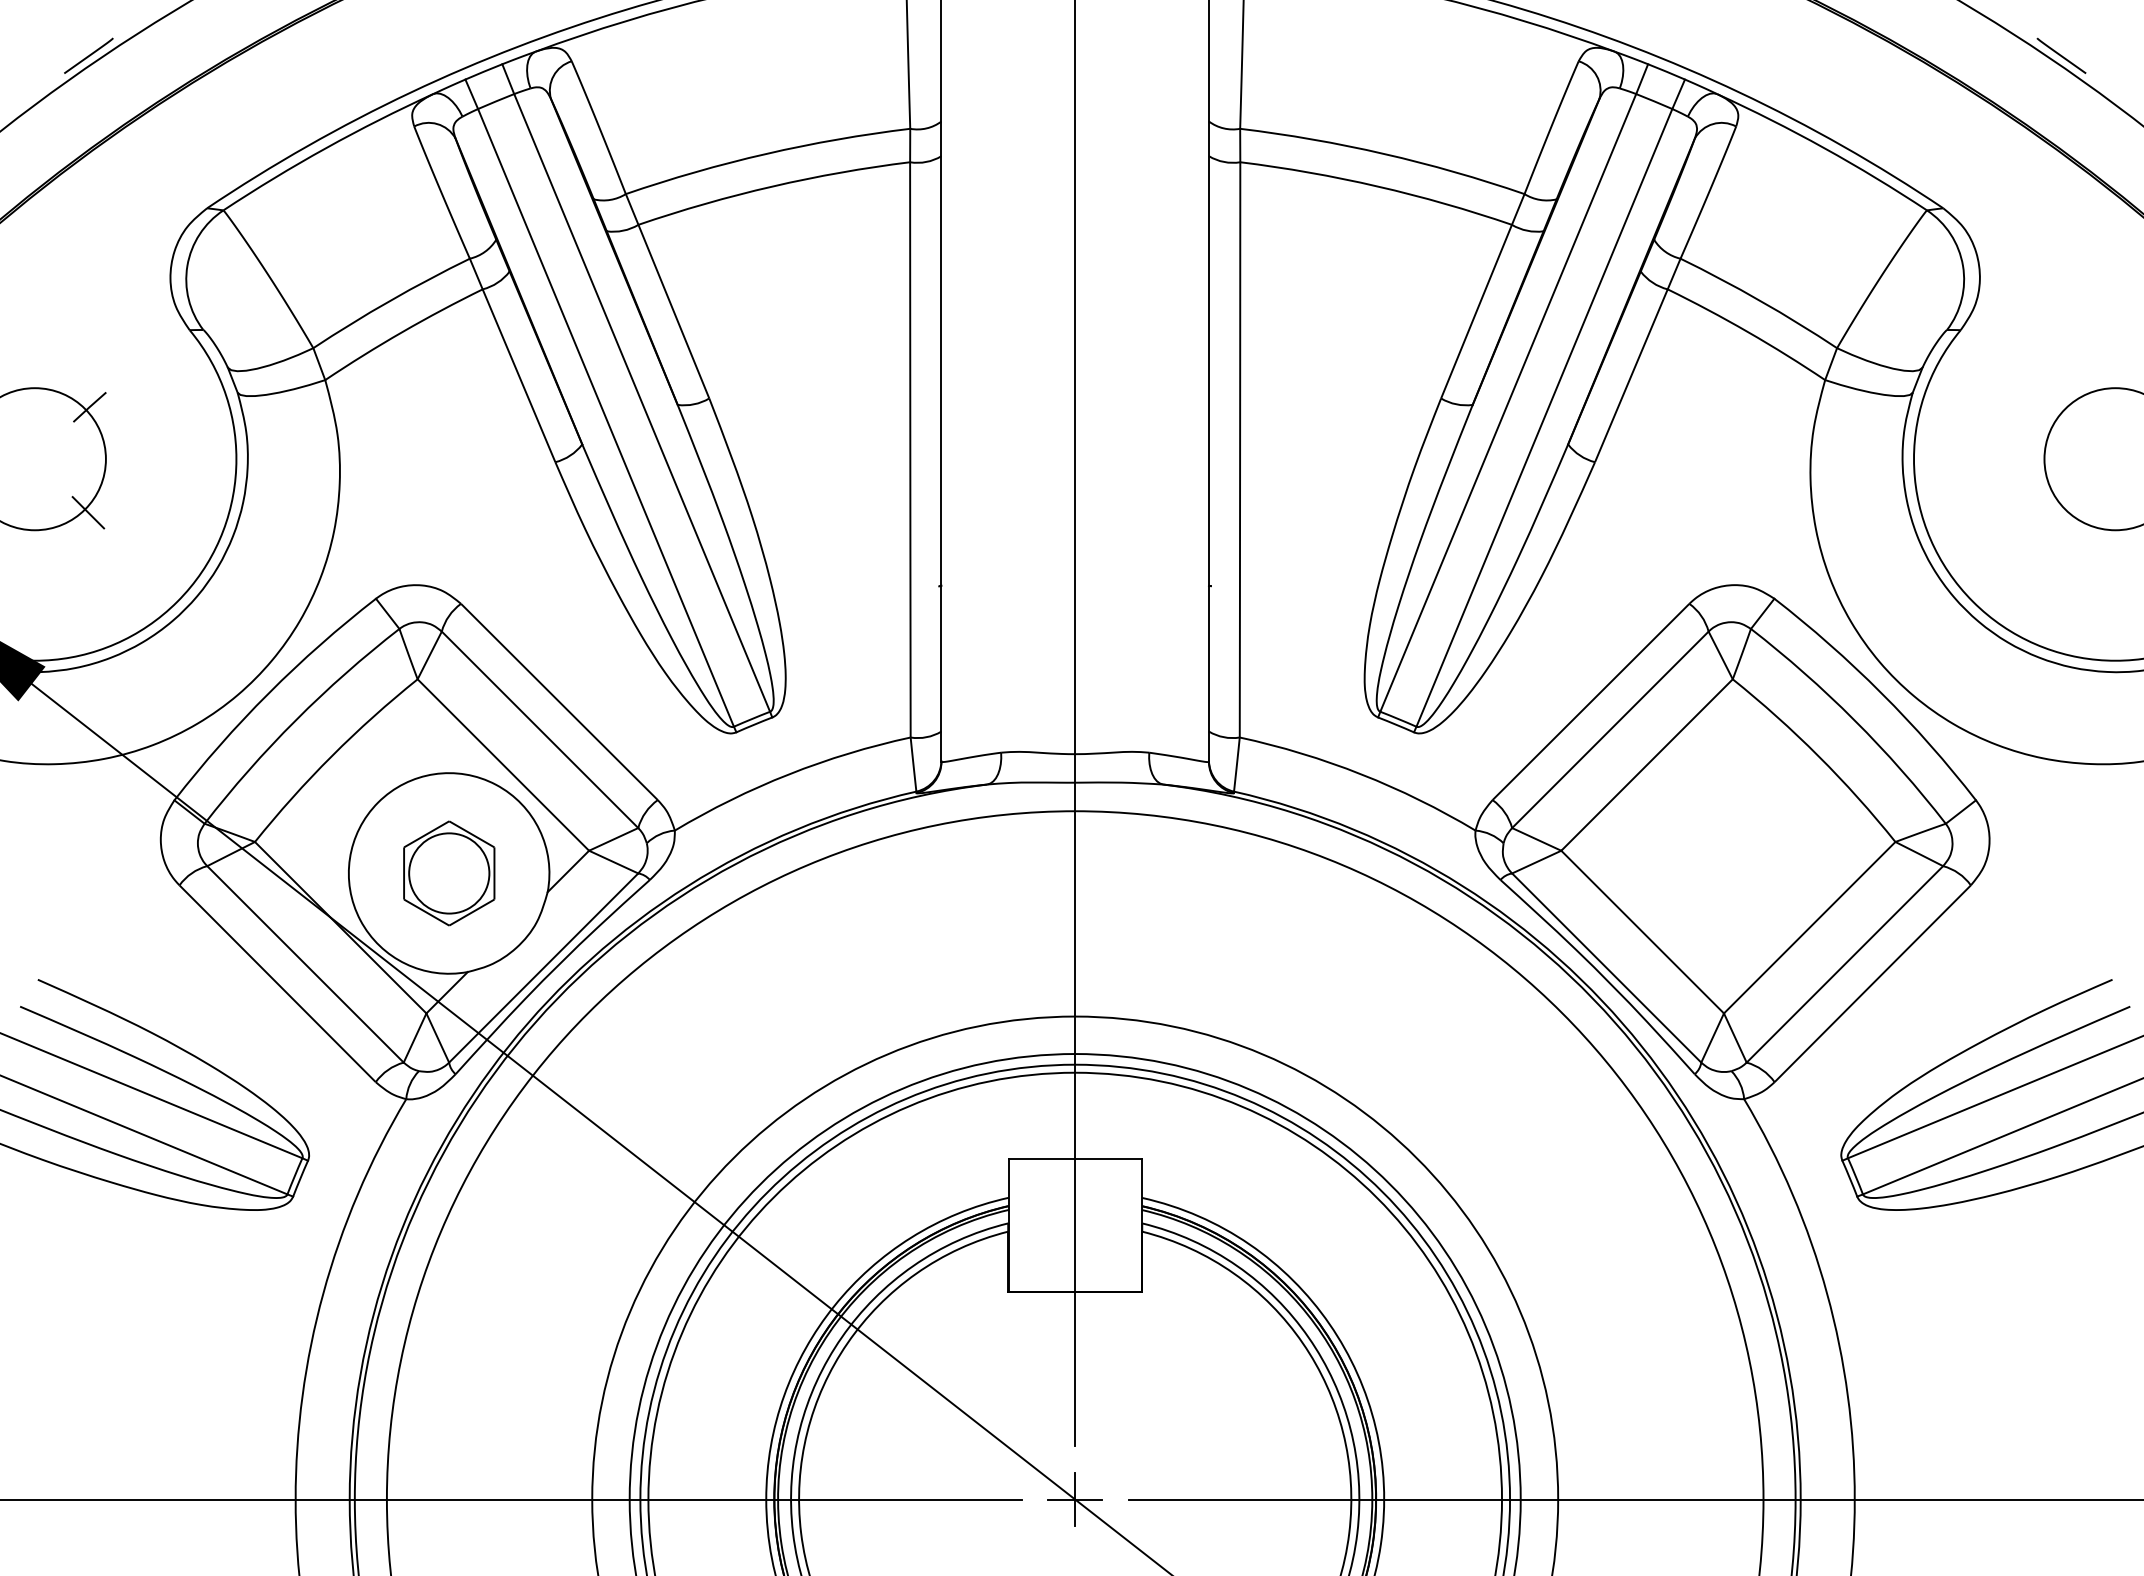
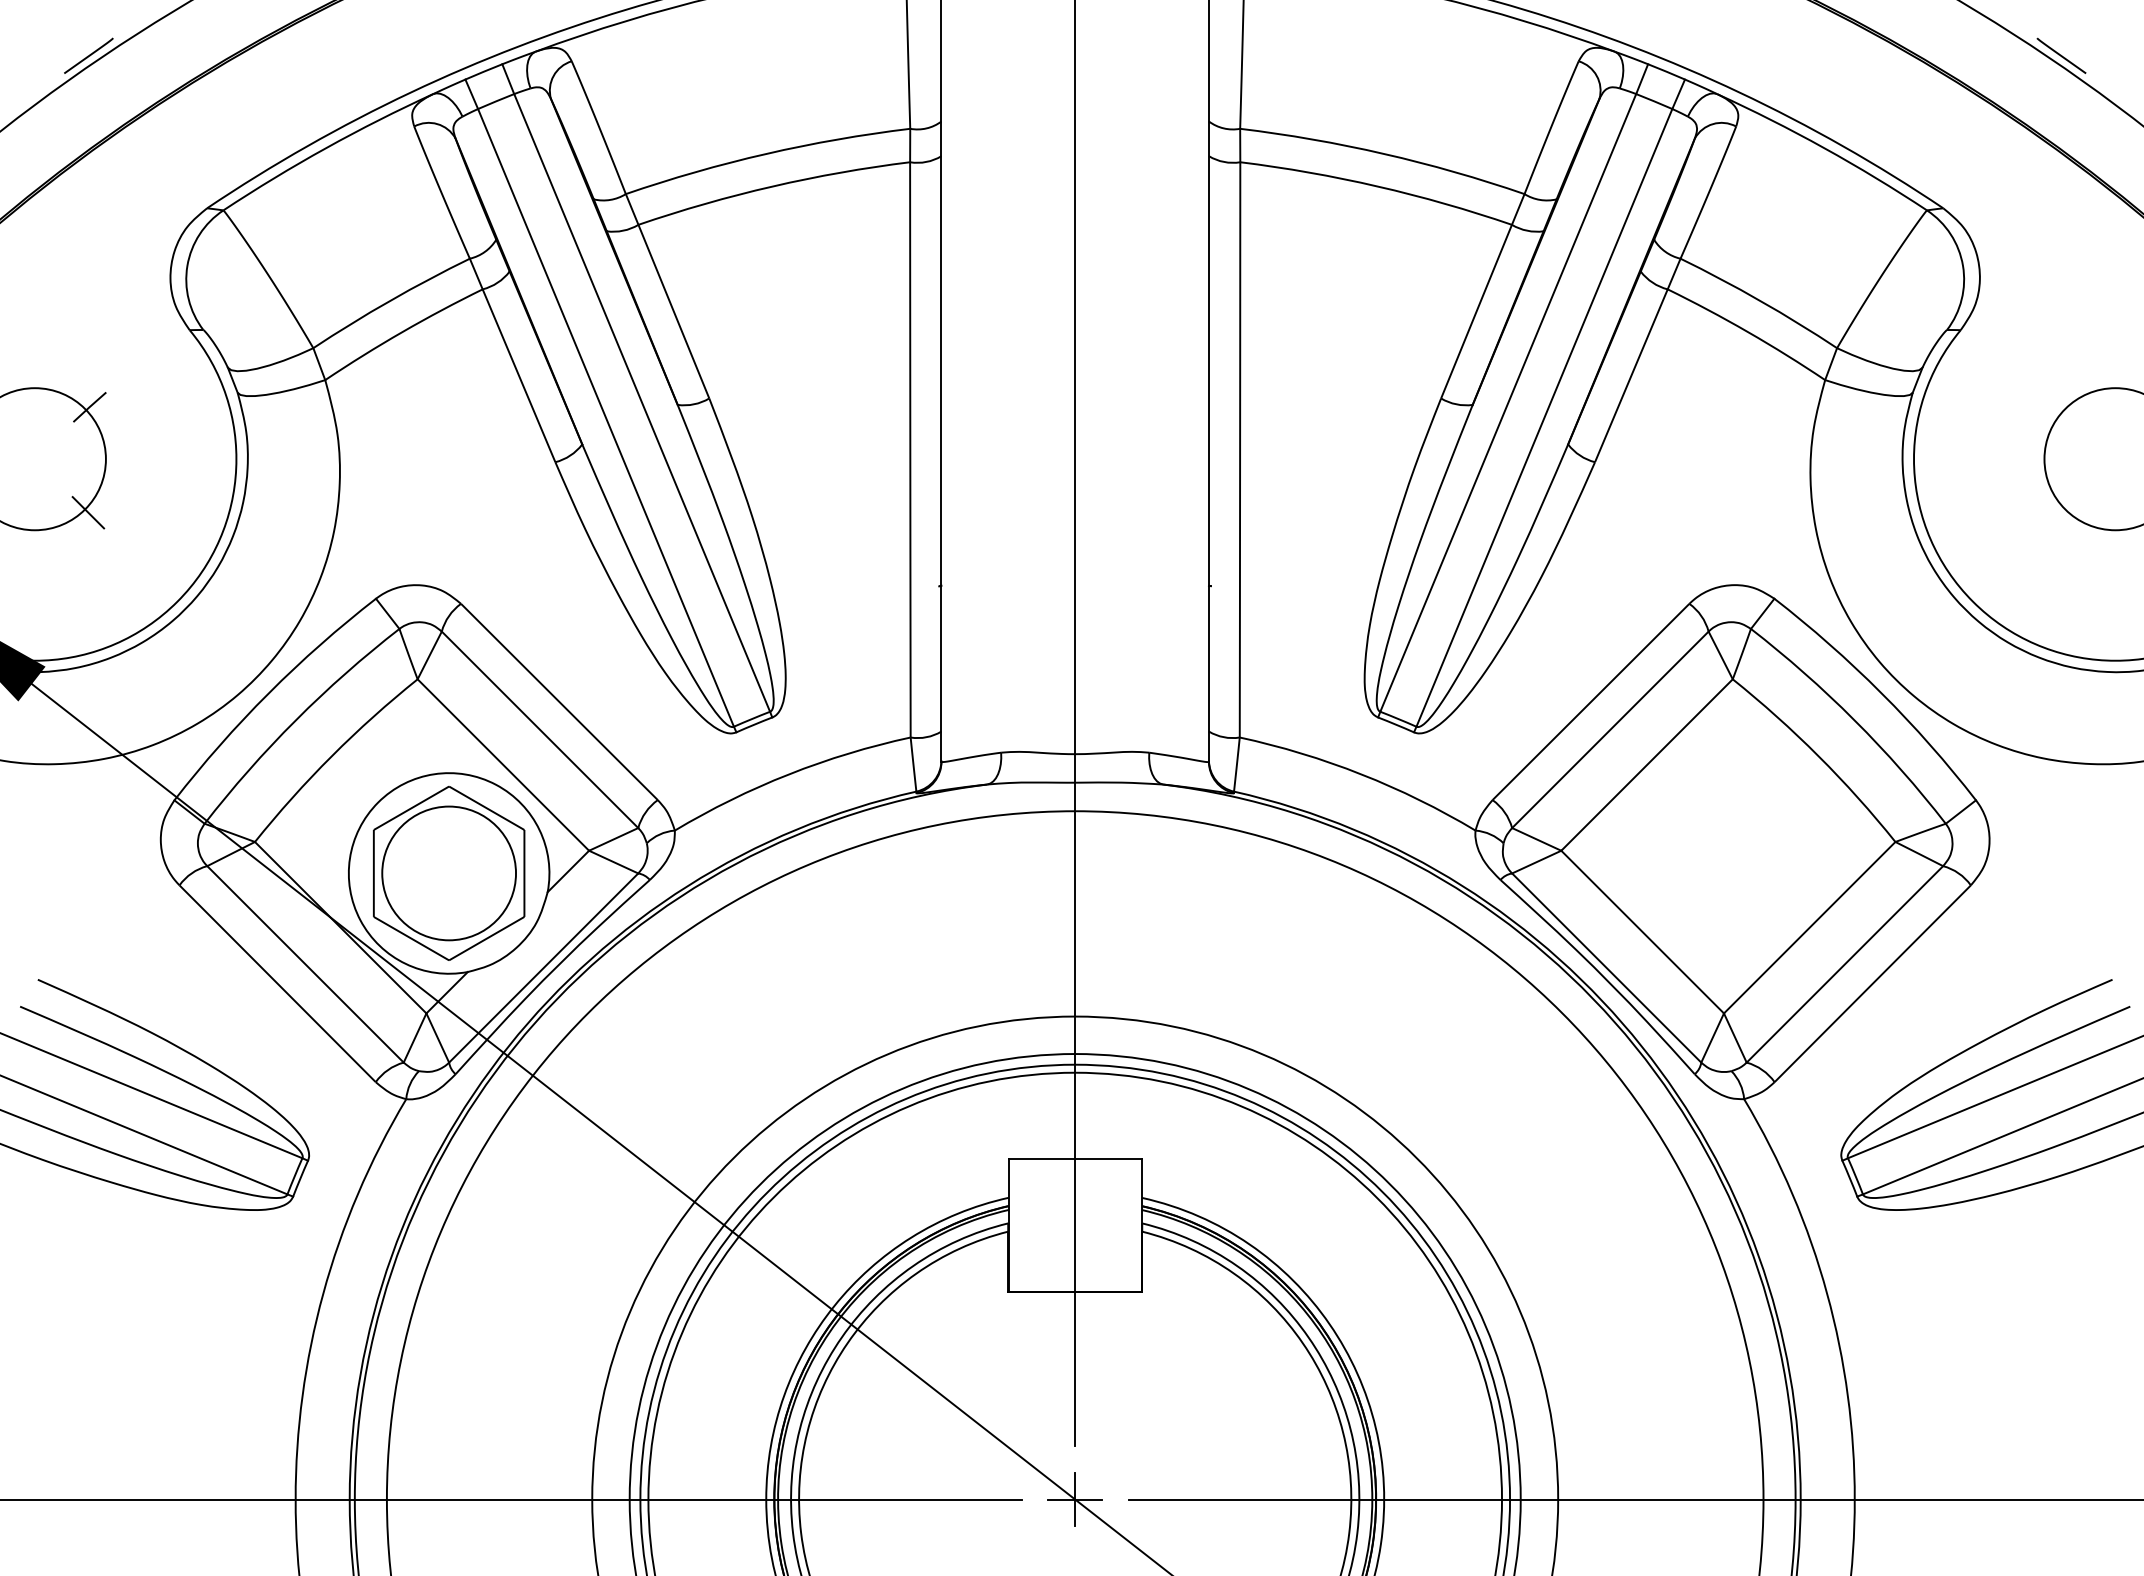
part at (449, 873) size: 93x107 px -> 153x175 px
